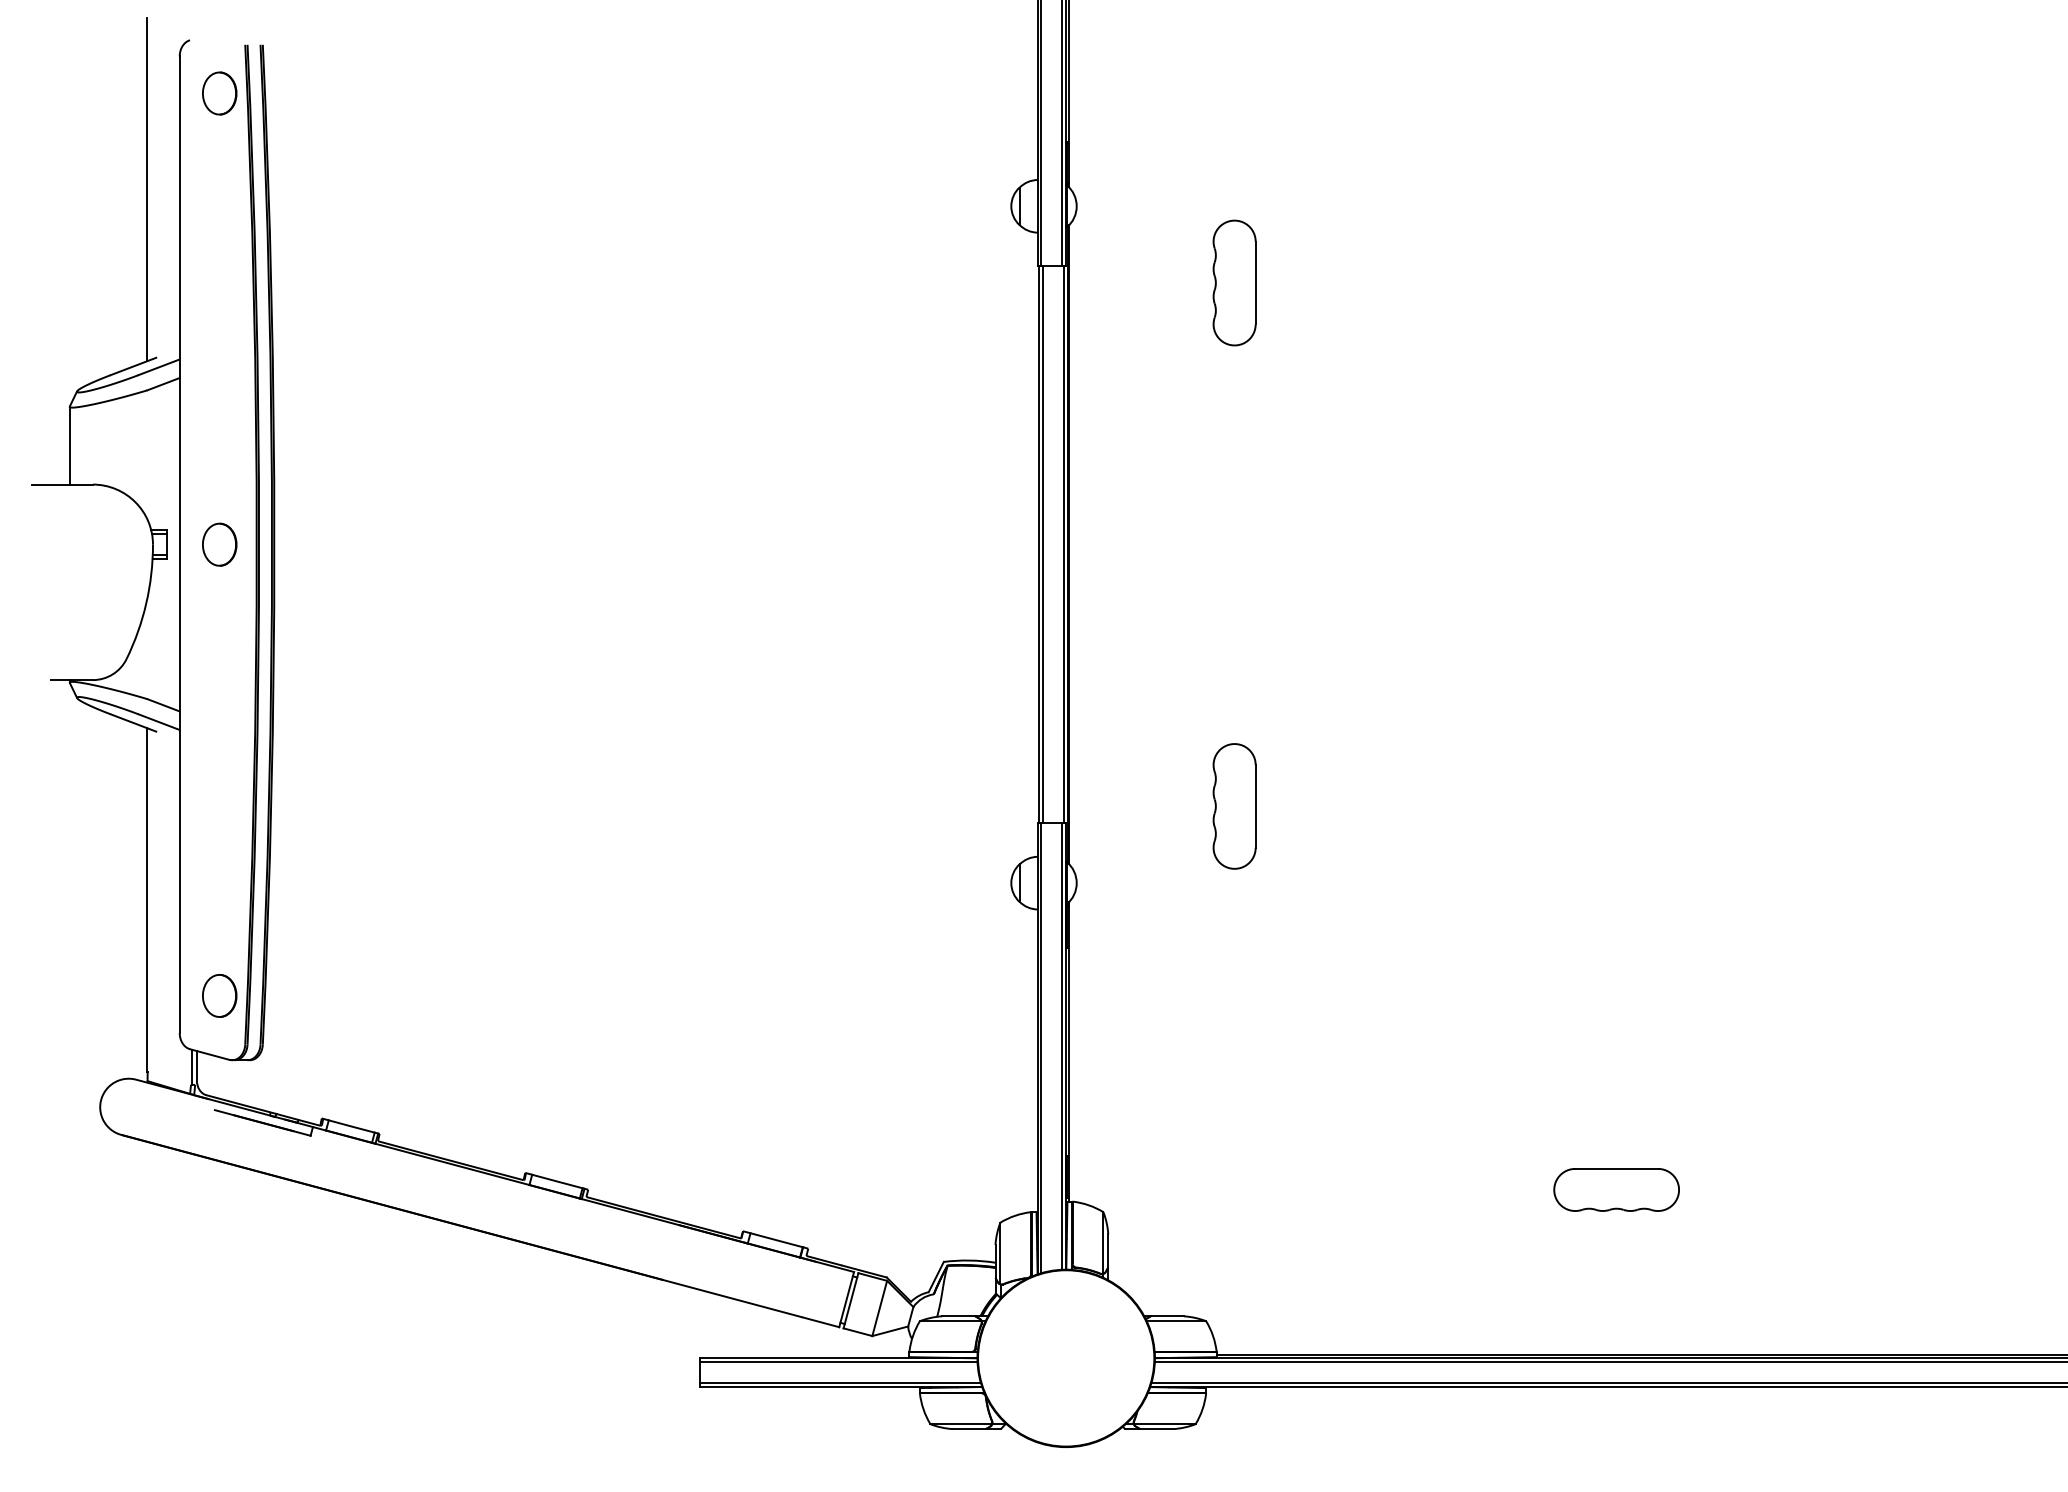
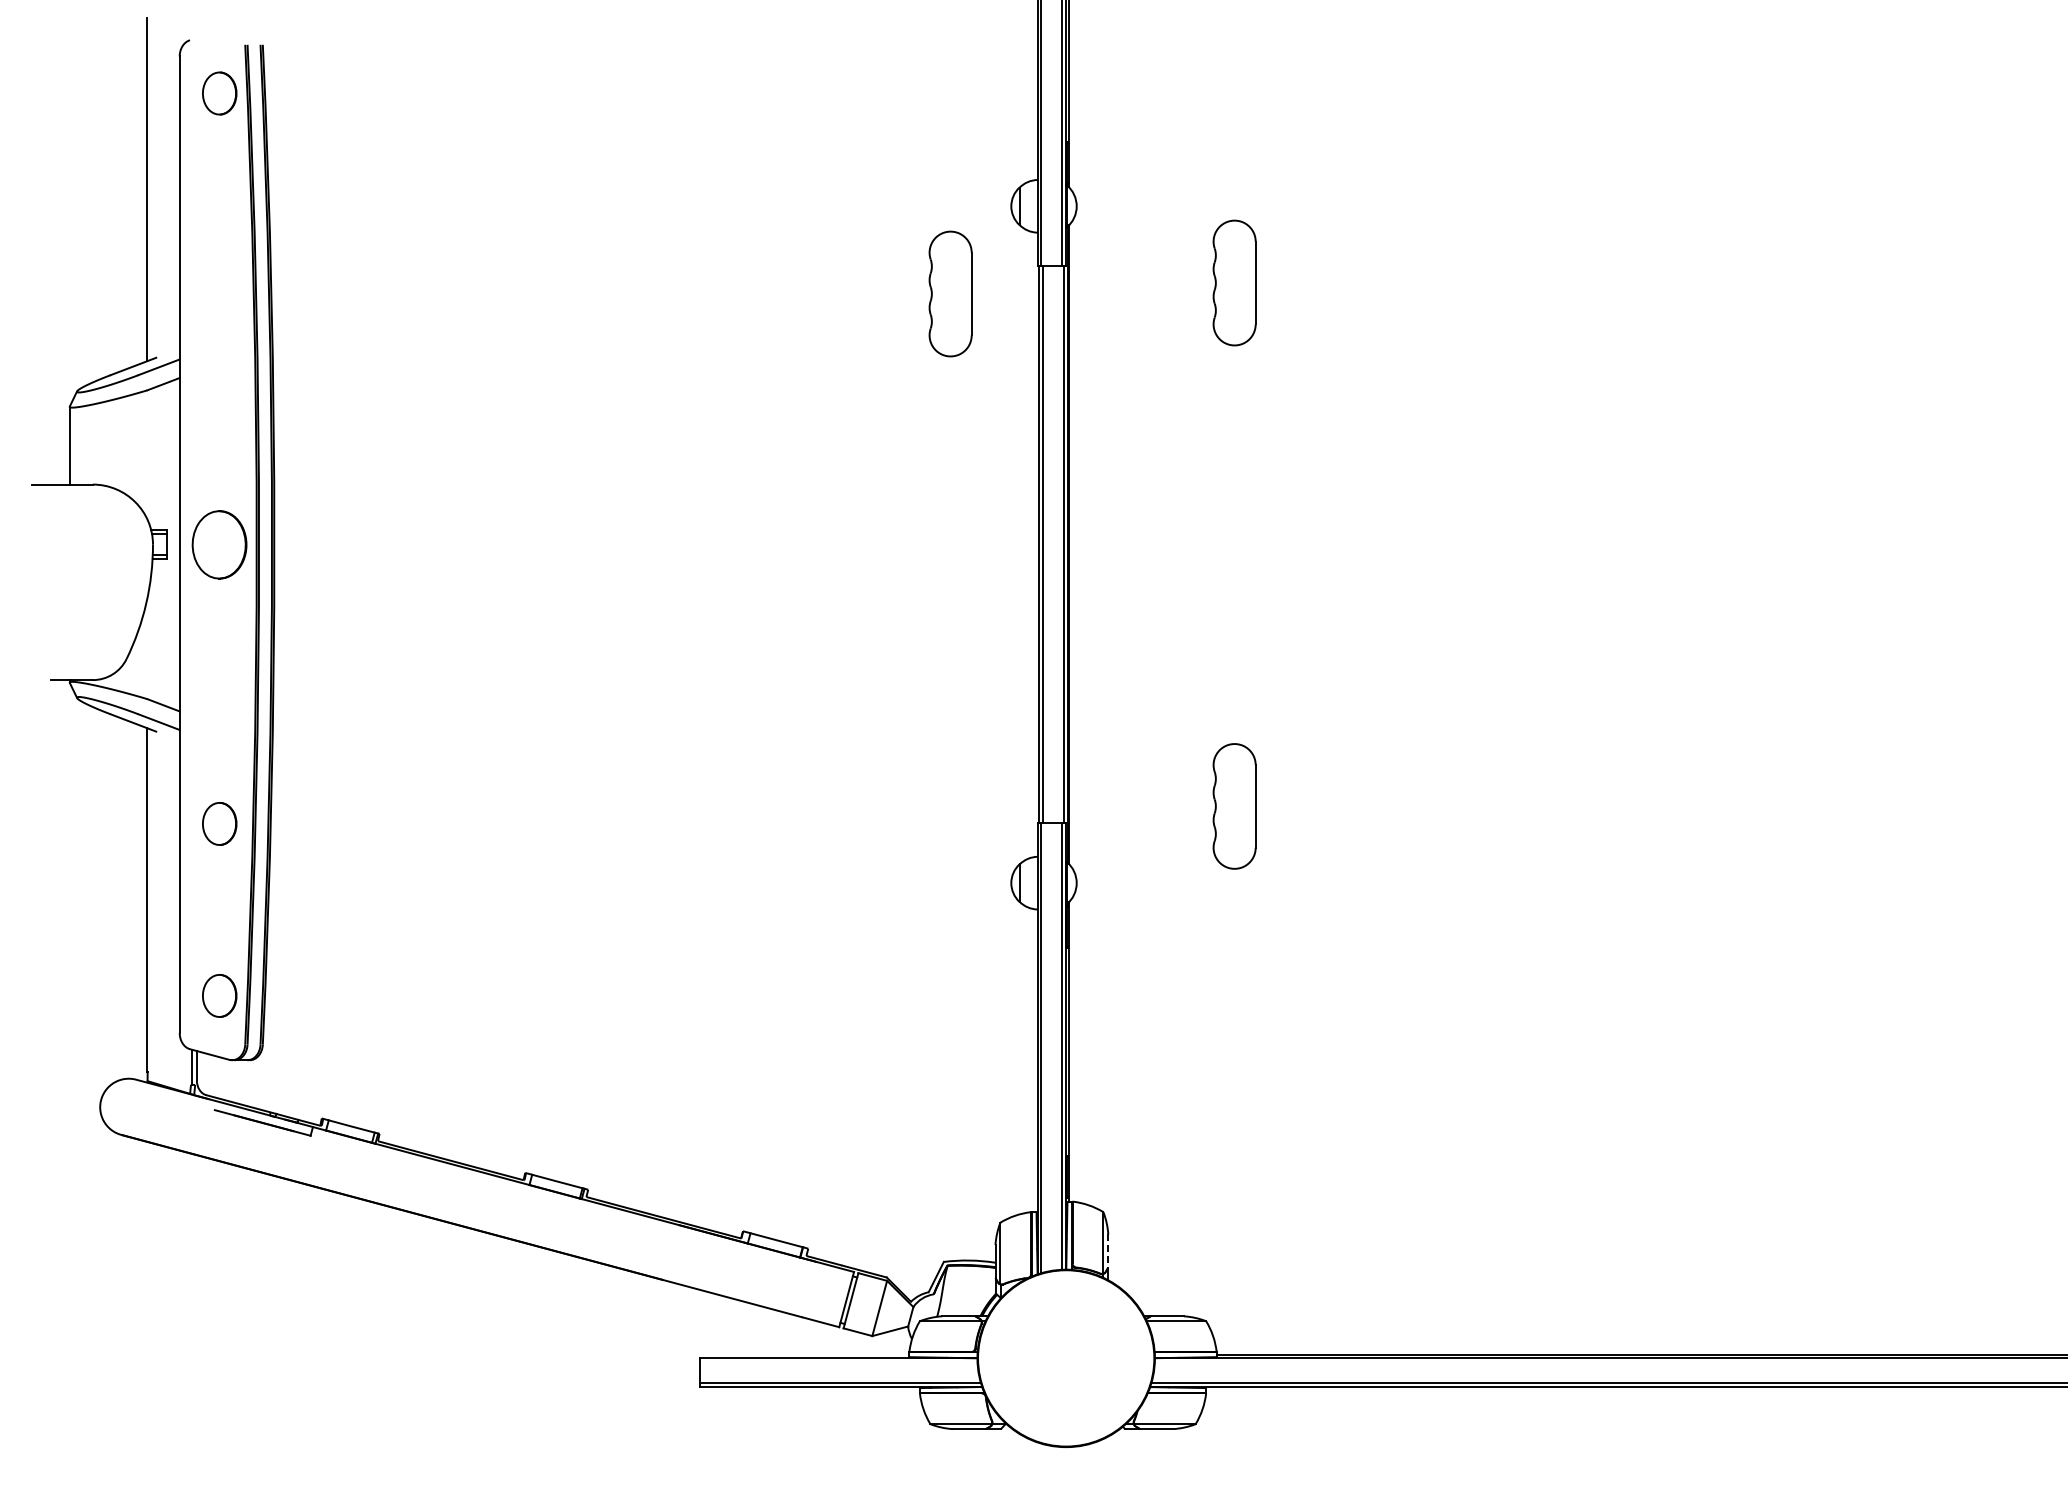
part at (950, 293): none -> present
part at (219, 544) size: 36x45 px -> 57x70 px
part at (219, 823): none -> present
part at (1616, 1189): present -> none
line at (1108, 1251): solid -> dashed
line at (838, 1362): present -> none
line at (1609, 1362): present -> none
